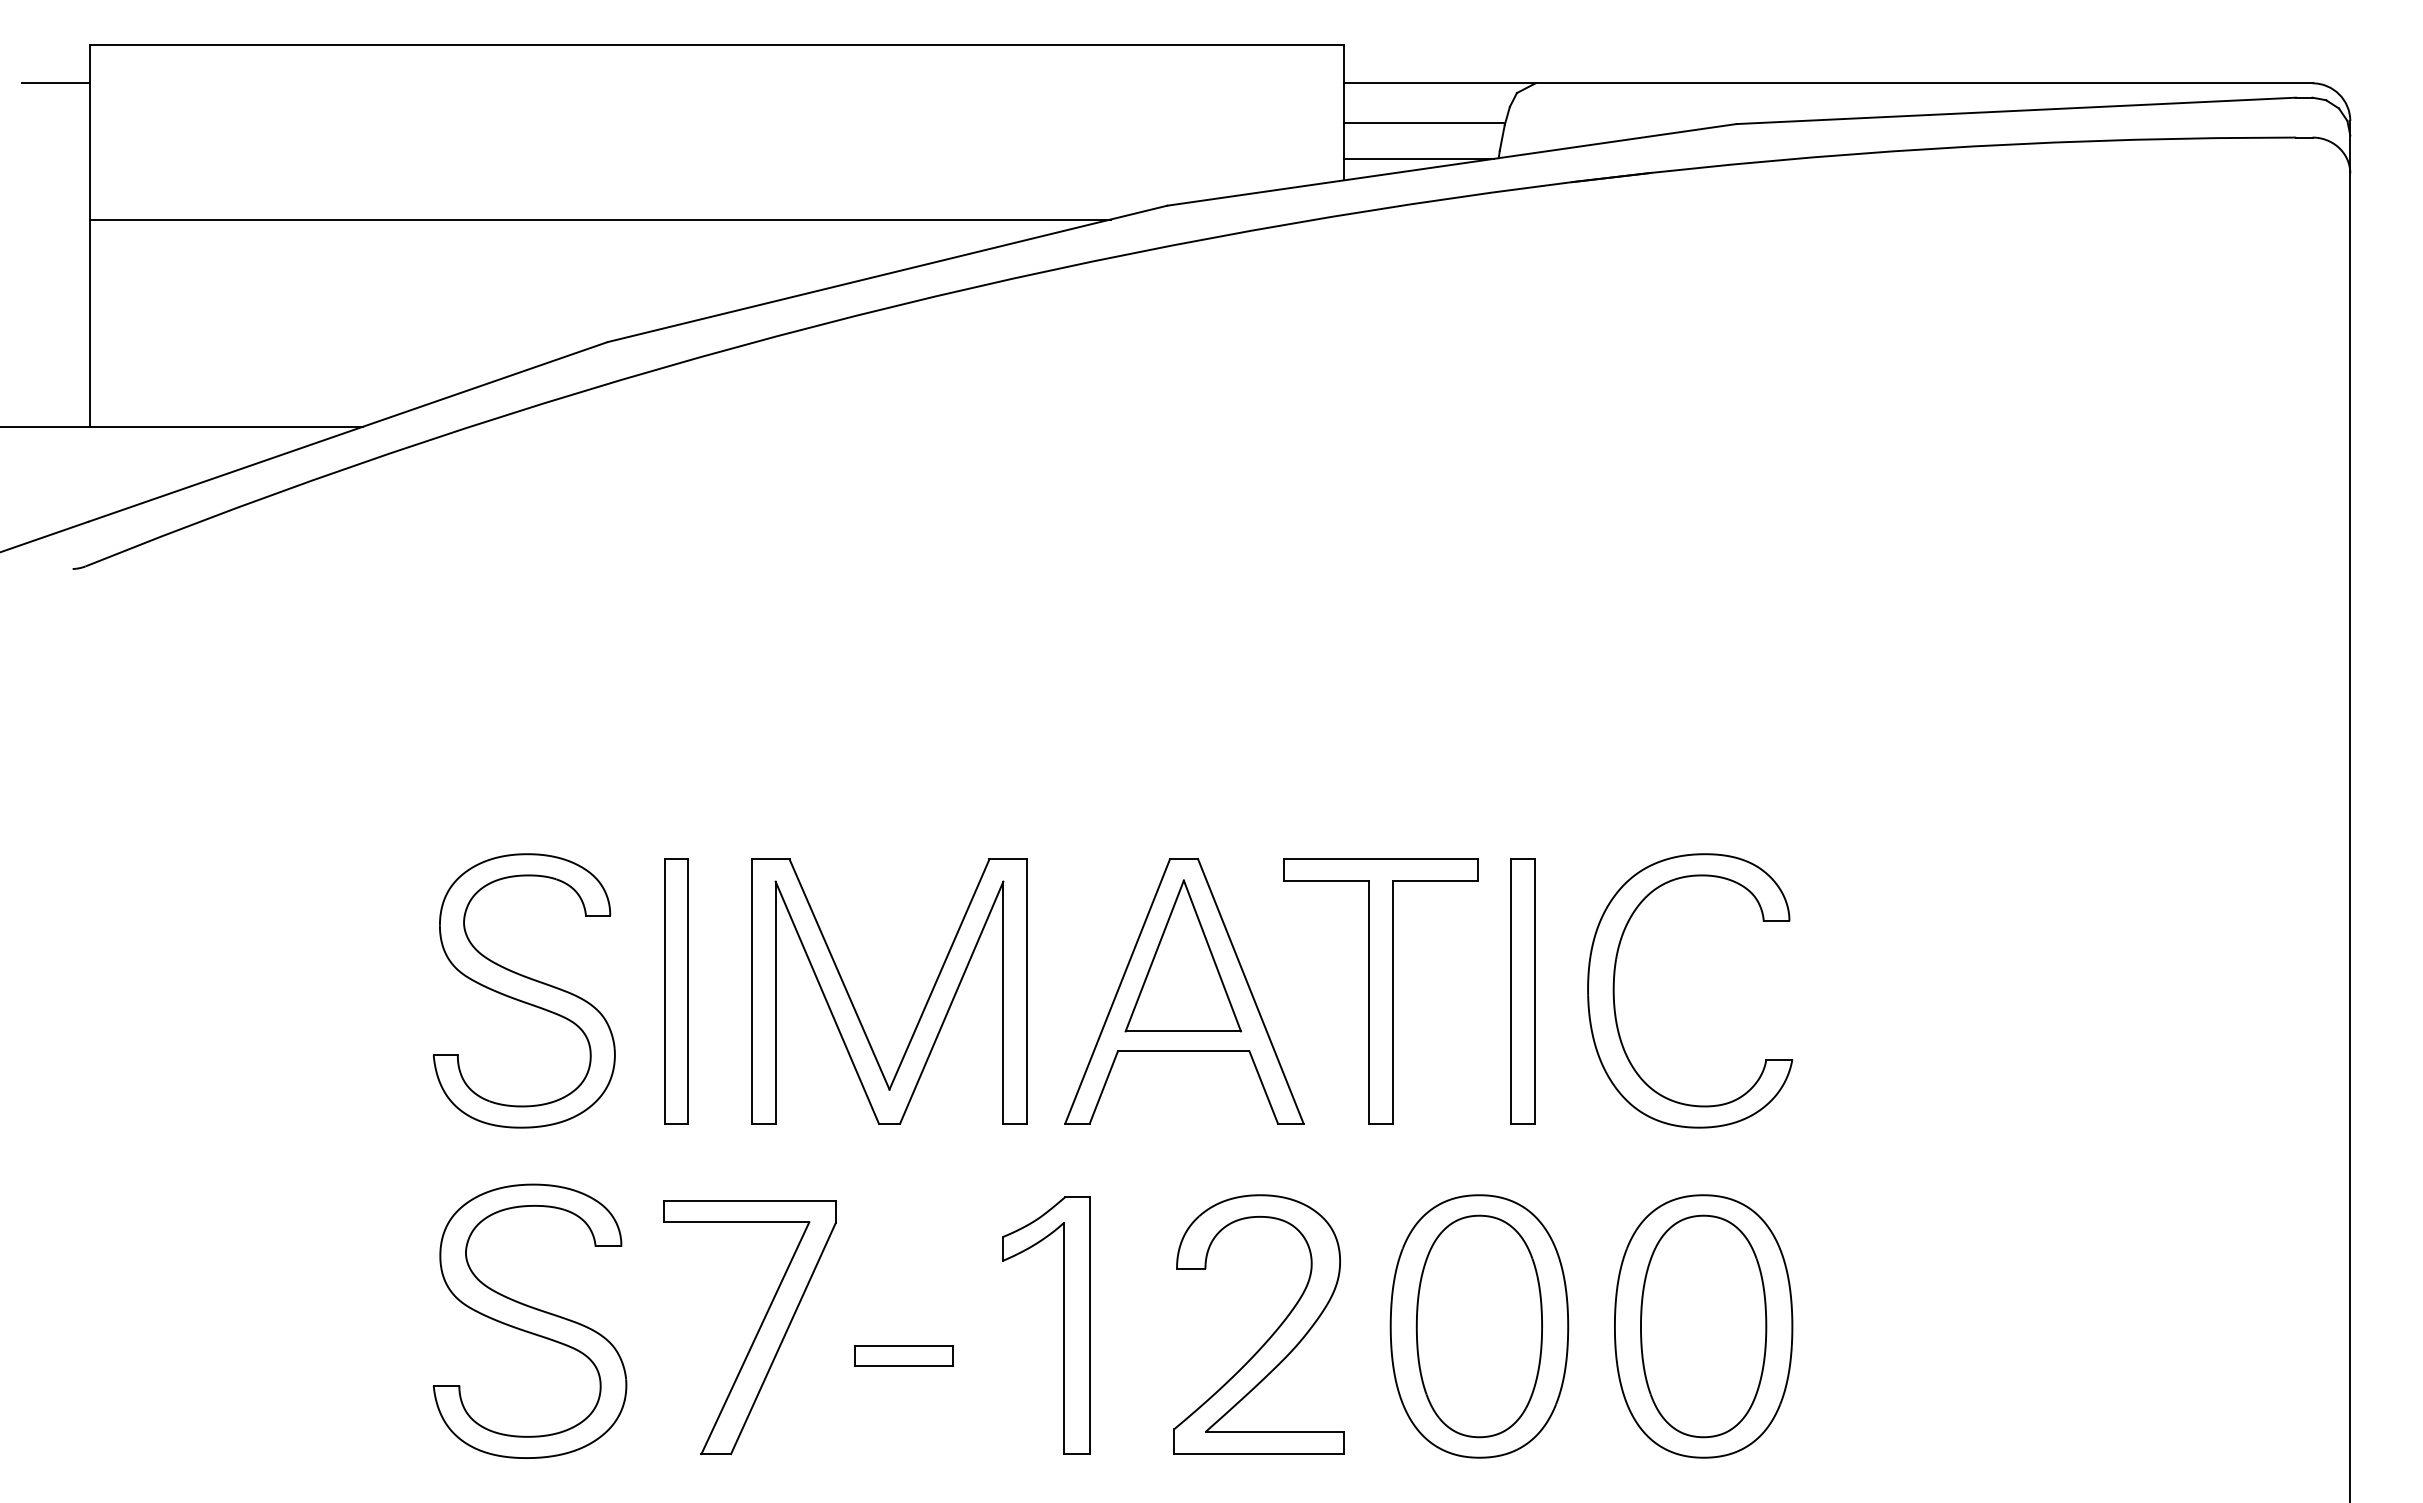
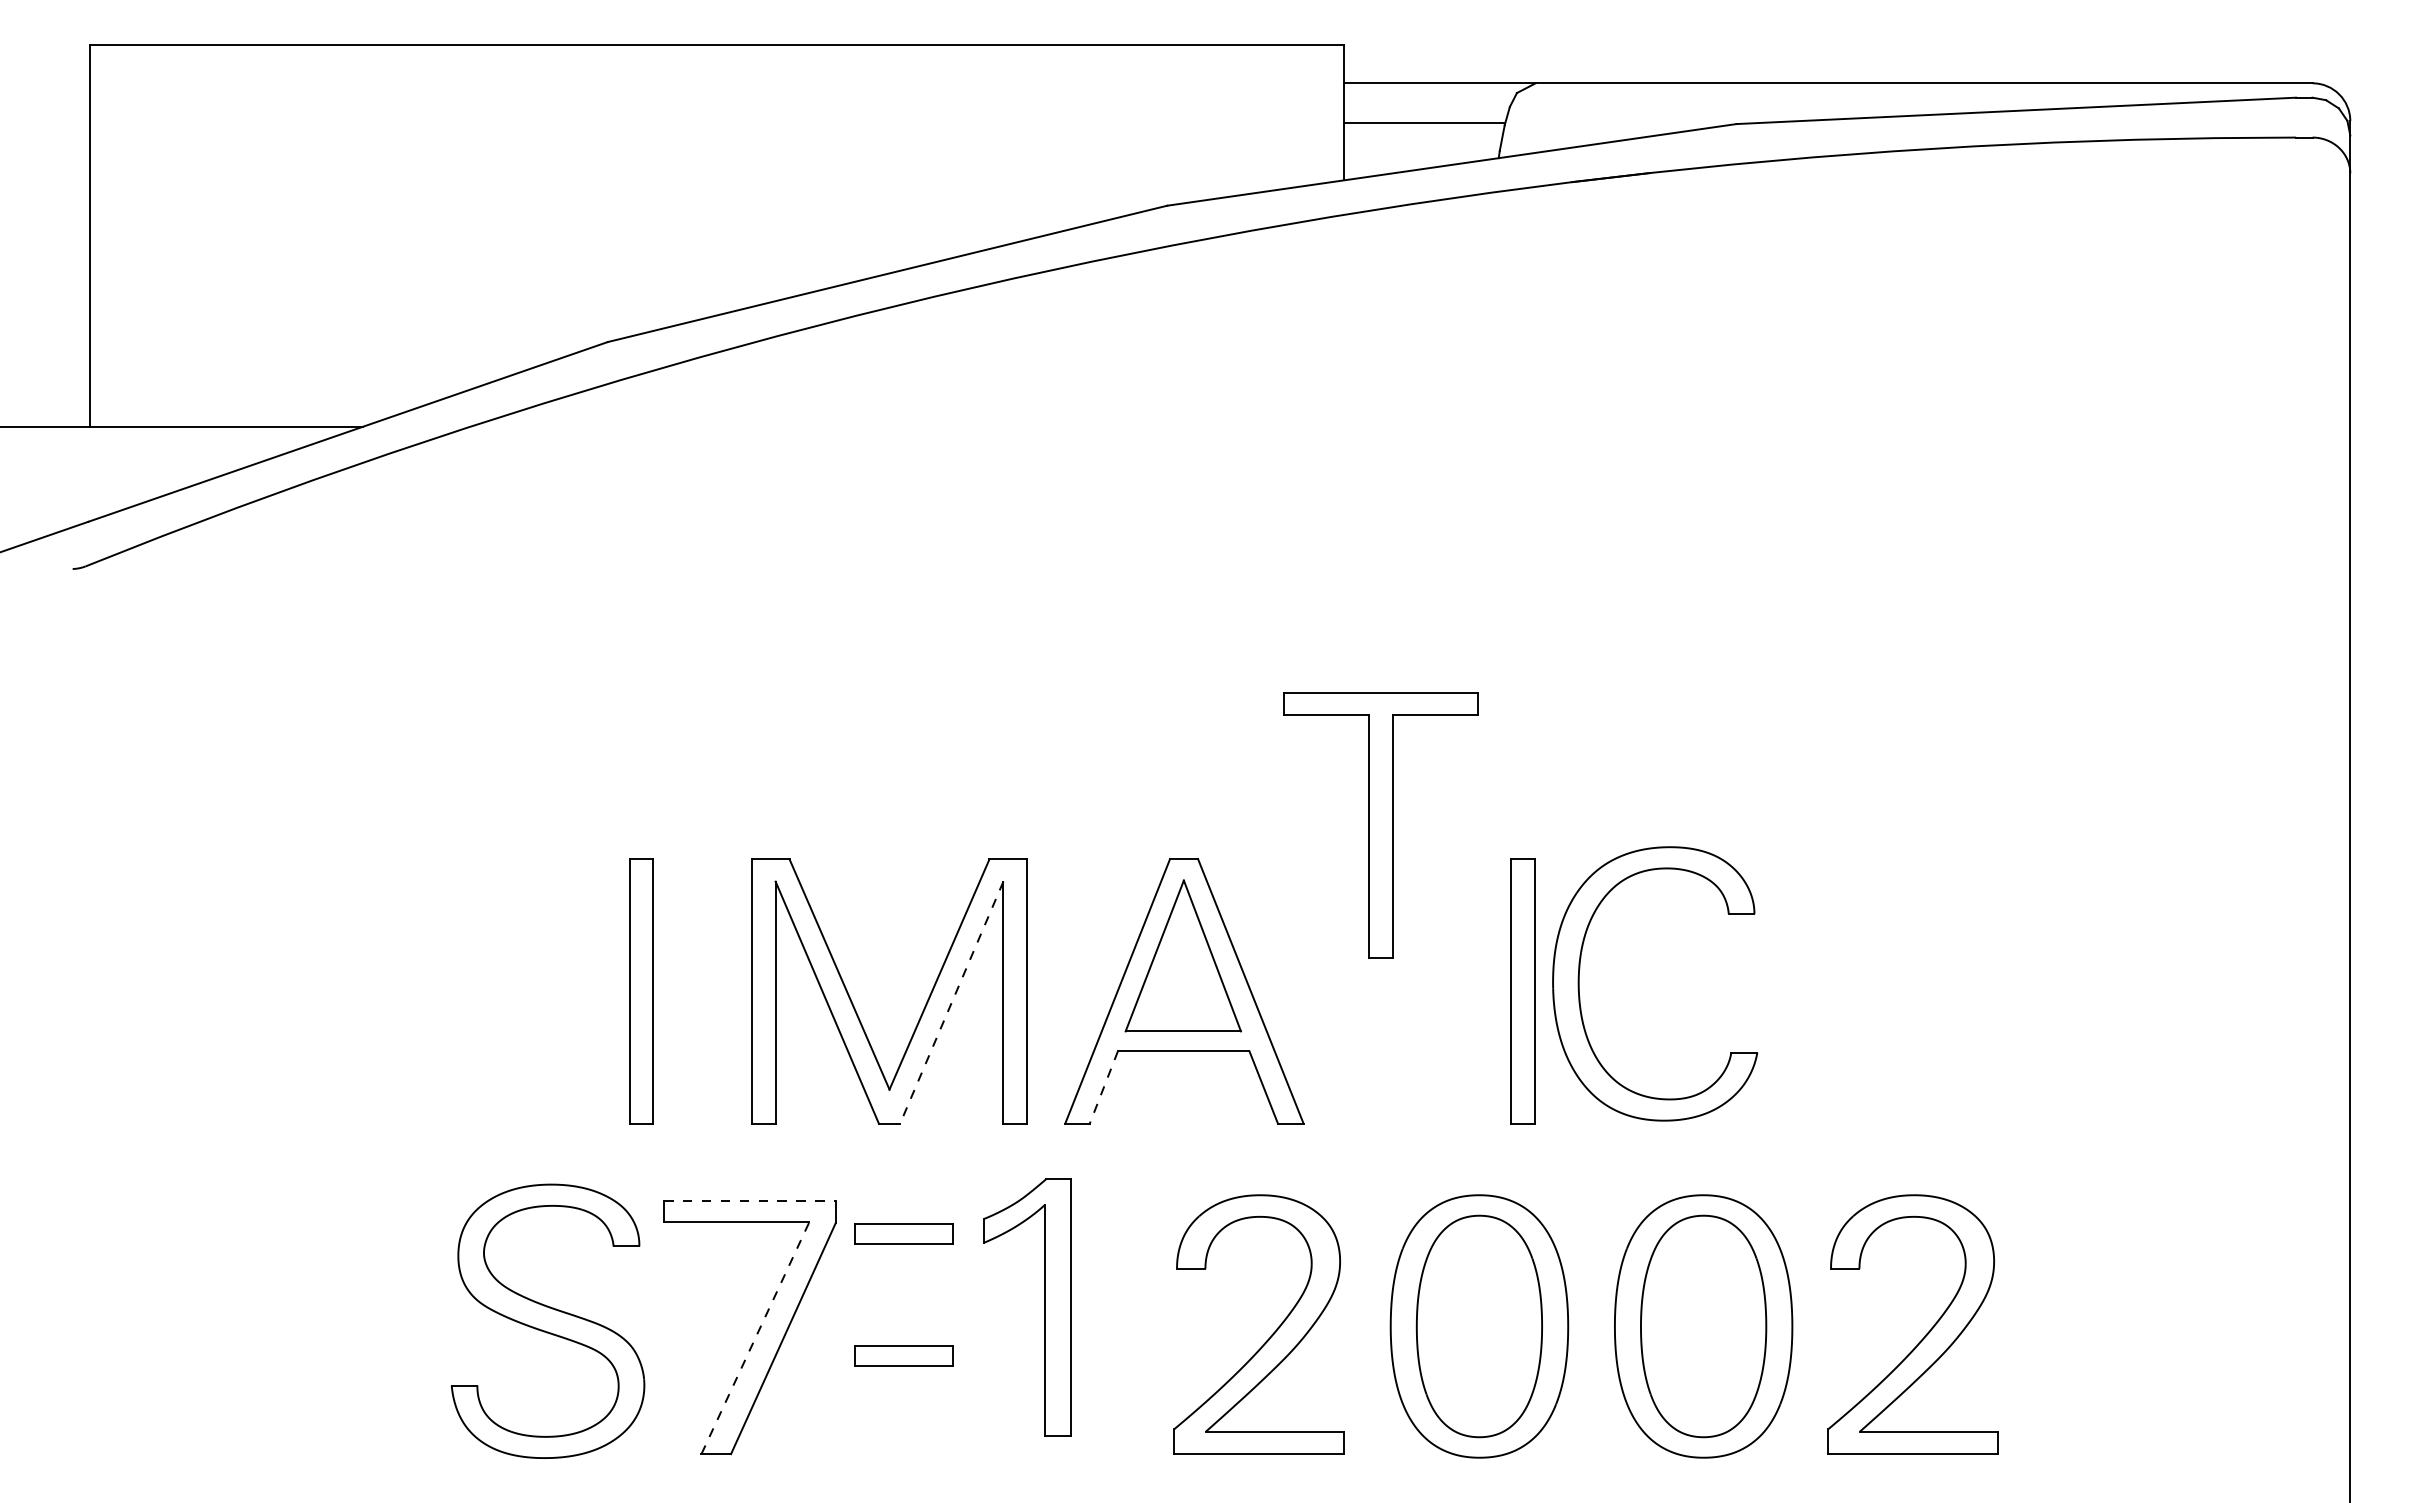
line at (56, 83): present -> none
line at (1418, 158): present -> none
line at (600, 219): present -> none
part at (523, 990): present -> none
part at (1614, 990) position: (1614, 990) -> (1579, 983)
part at (676, 991) position: (676, 991) -> (641, 991)
part at (1380, 991) position: (1380, 991) -> (1380, 825)
line at (951, 1002): solid -> dashed
line at (1103, 1087): solid -> dashed
line at (749, 1200): solid -> dashed
part at (903, 1233): none -> present
part at (529, 1320) position: (529, 1320) -> (547, 1320)
part at (1063, 1325) position: (1063, 1325) -> (1044, 1307)
part at (1925, 1334): none -> present
line at (755, 1338): solid -> dashed
